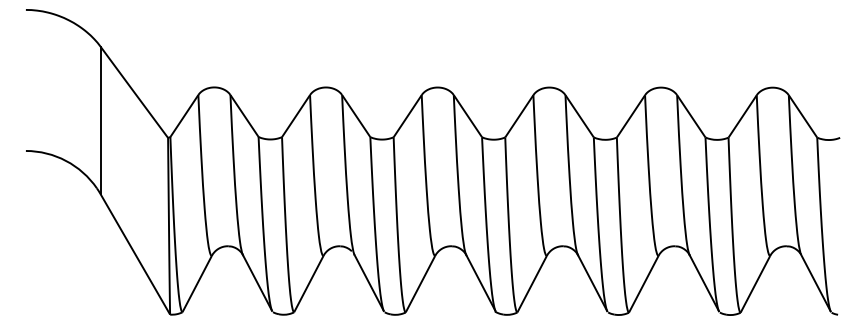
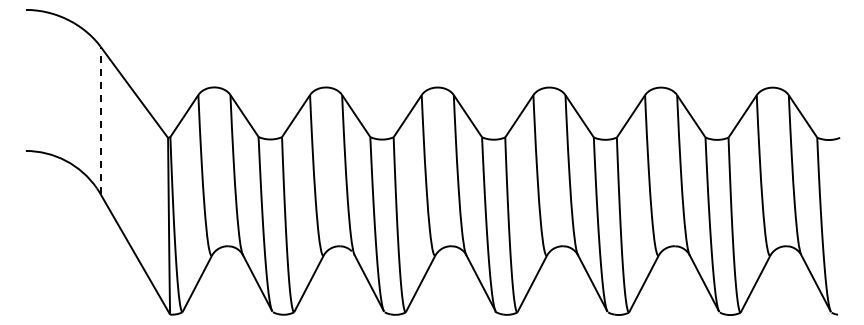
line at (100, 120): solid -> dashed
